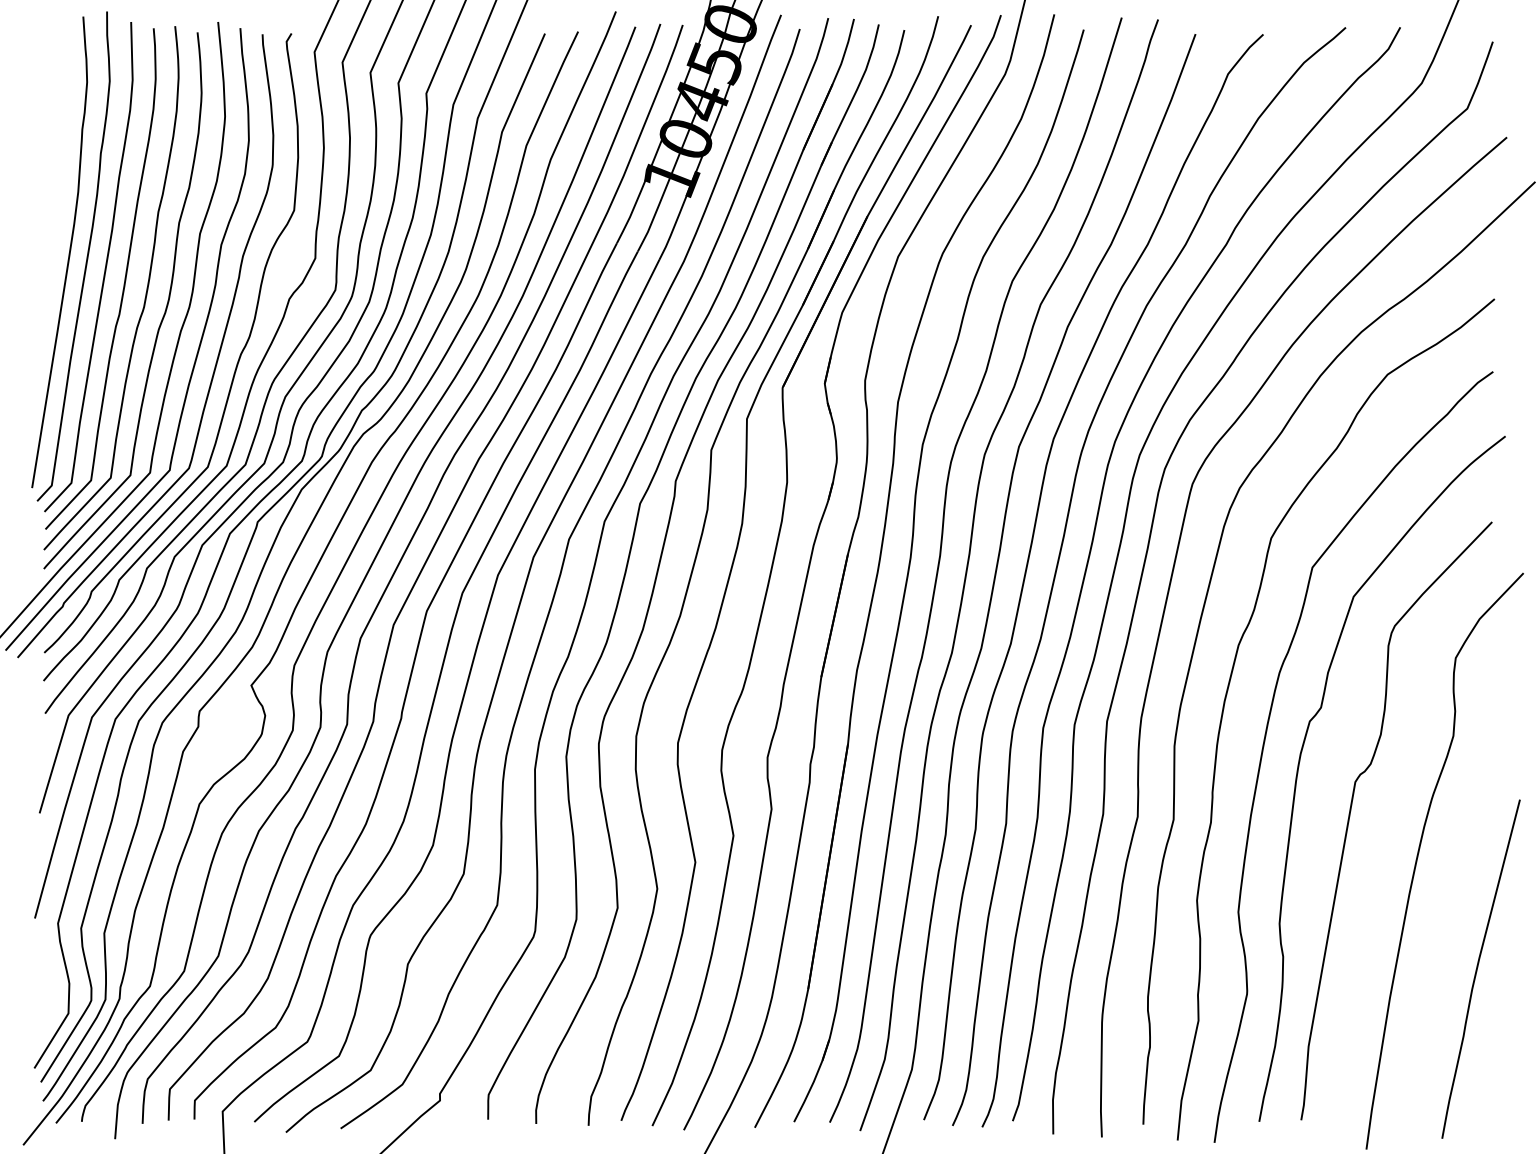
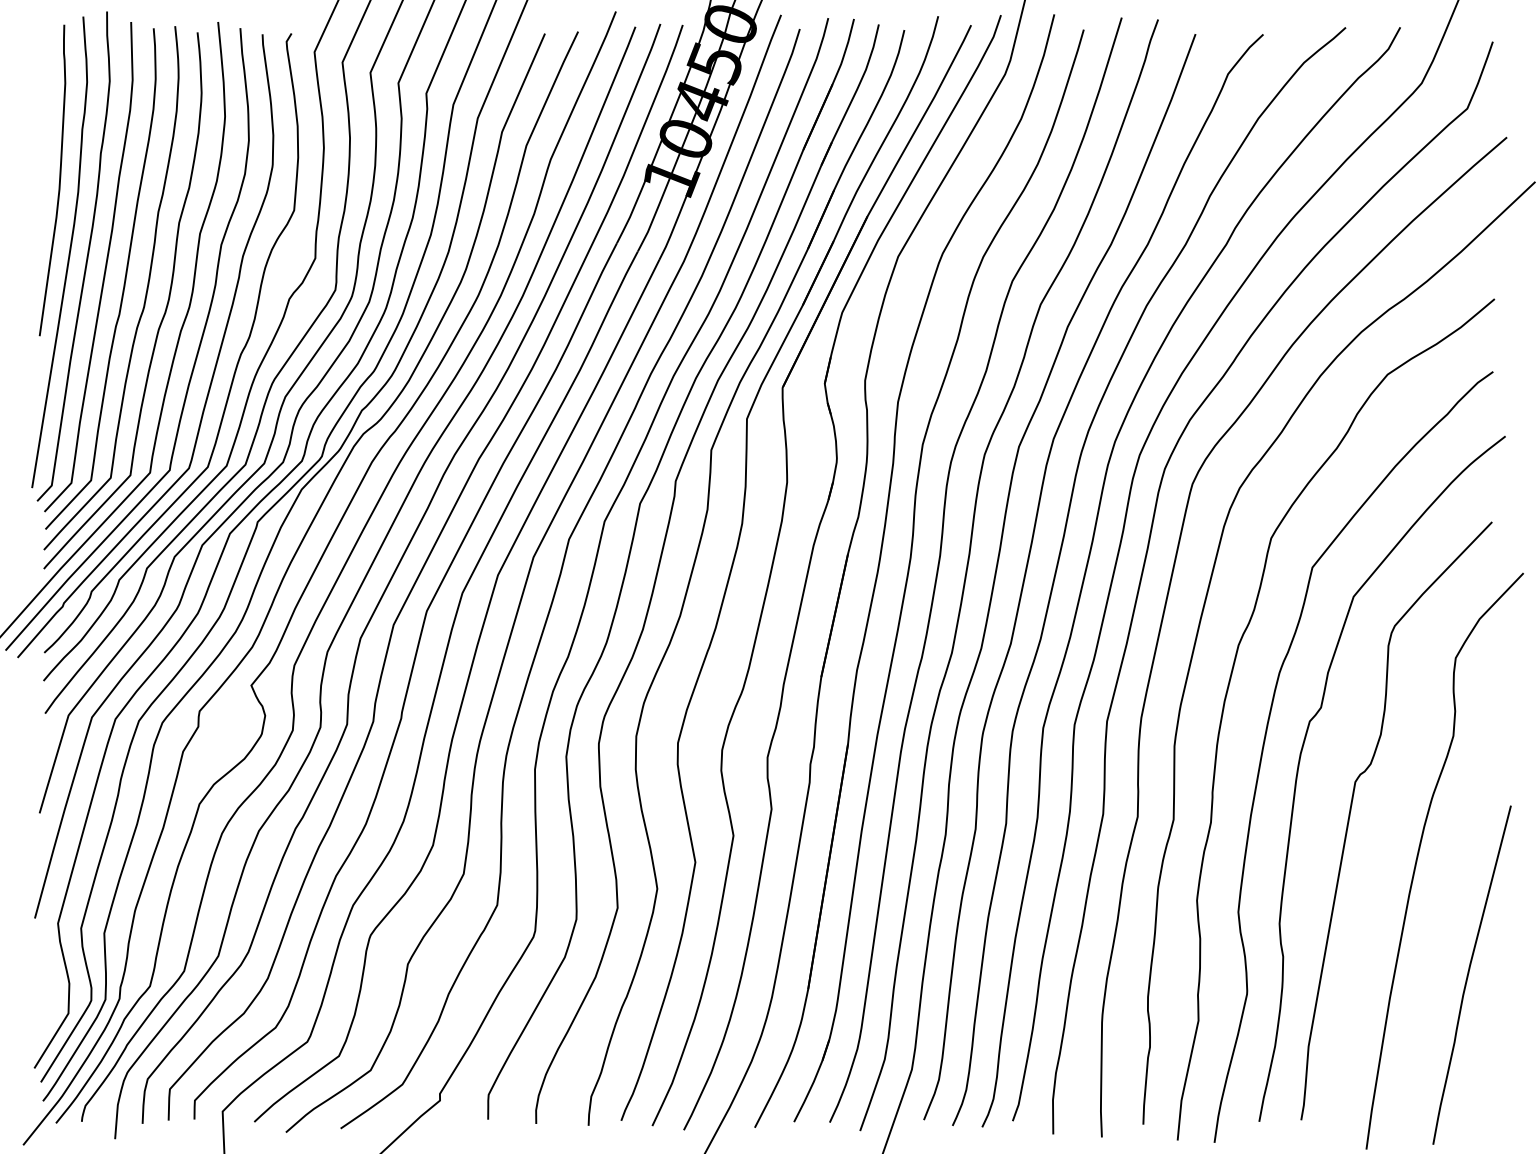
curve at (59, 180): none -> present
curve at (1478, 967) position: (1478, 967) -> (1469, 973)
